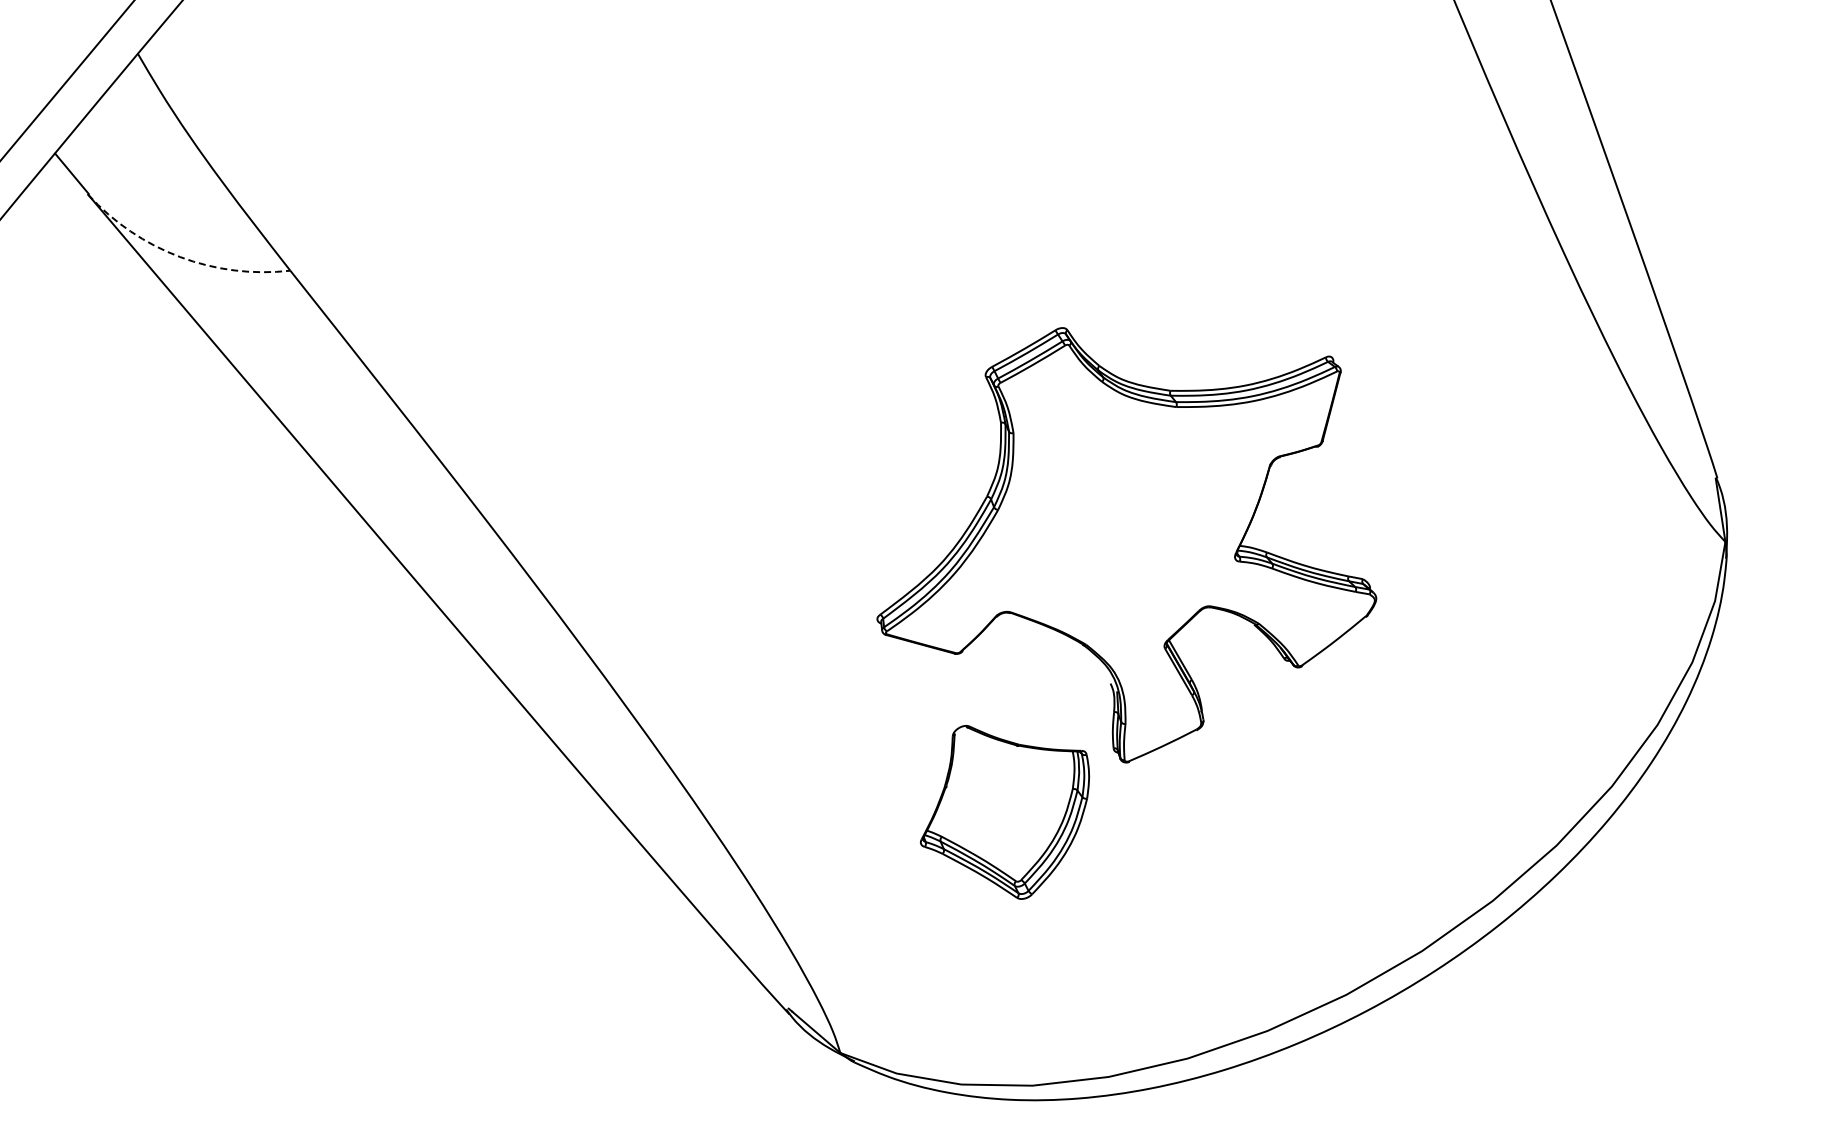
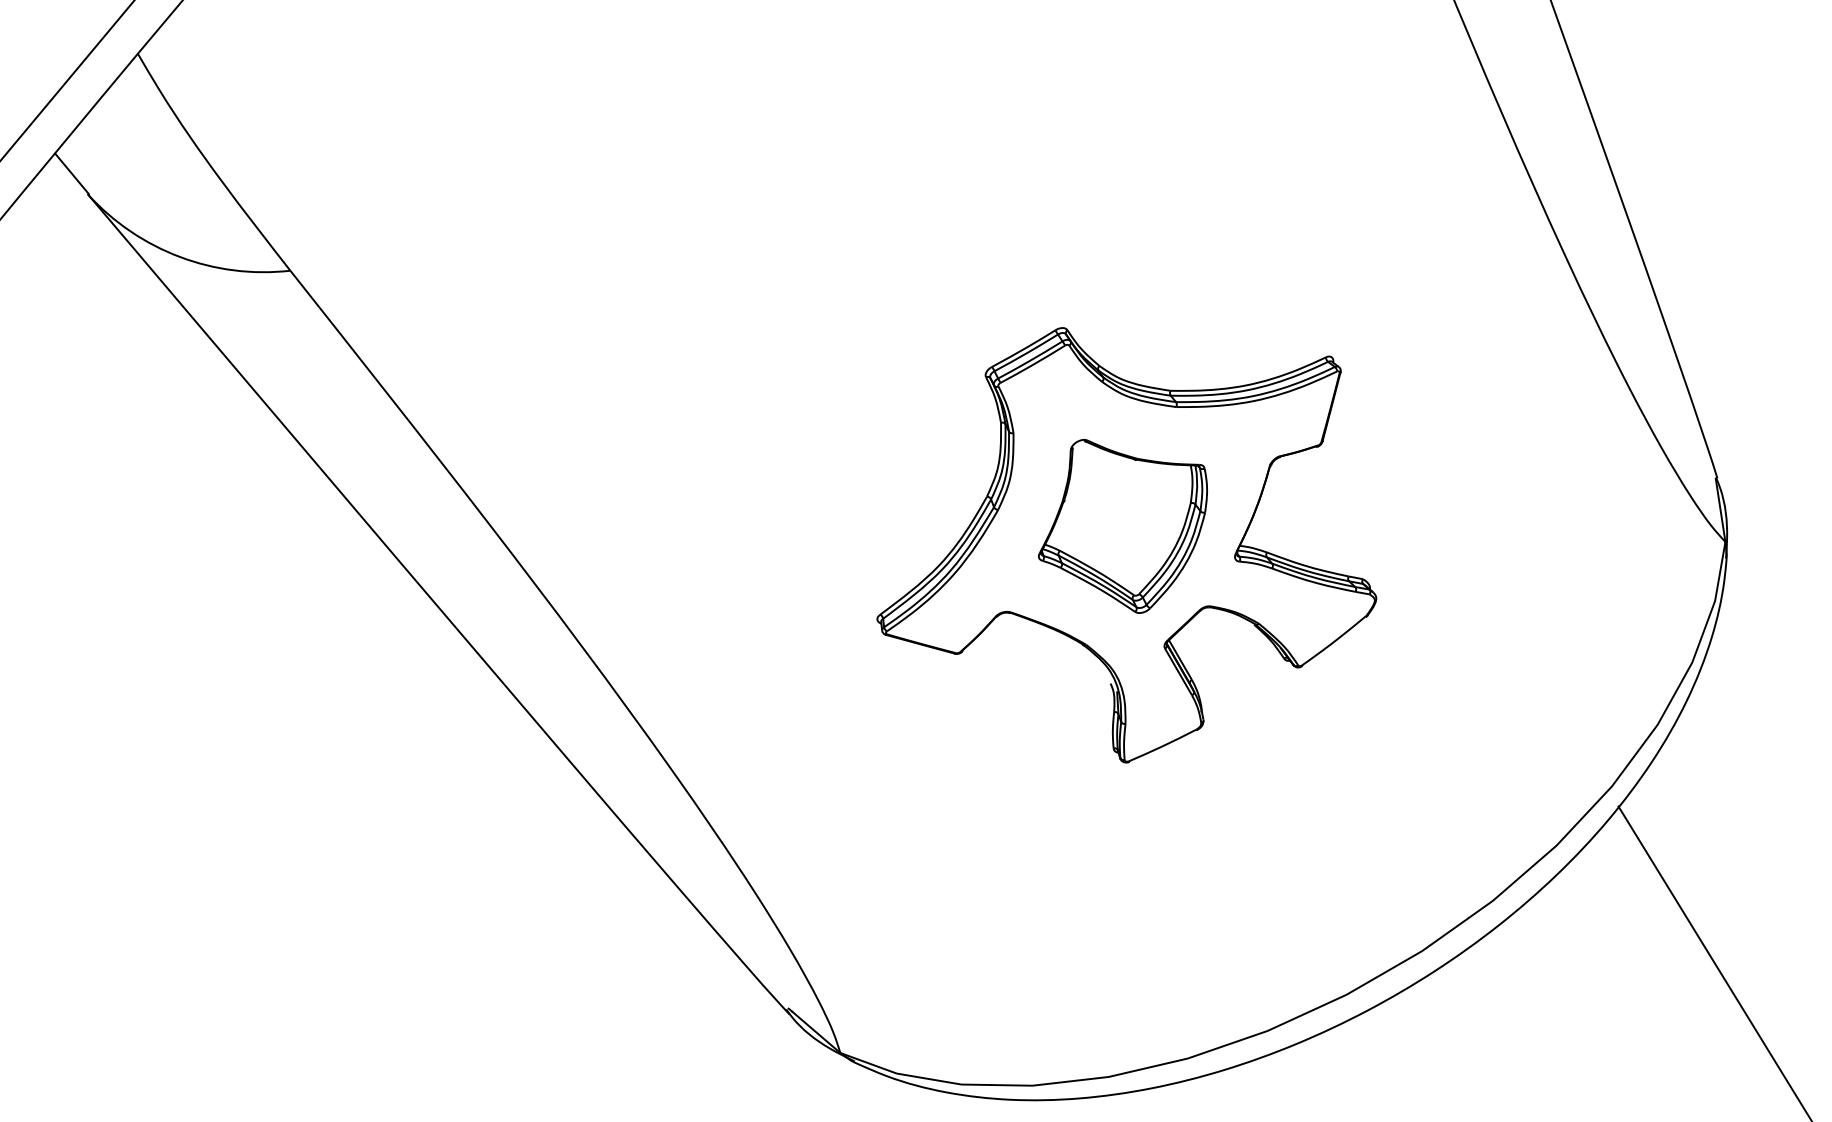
arc at (180, 257): dashed -> solid
part at (1004, 812) position: (1004, 812) -> (1122, 526)
line at (1714, 962): none -> present
